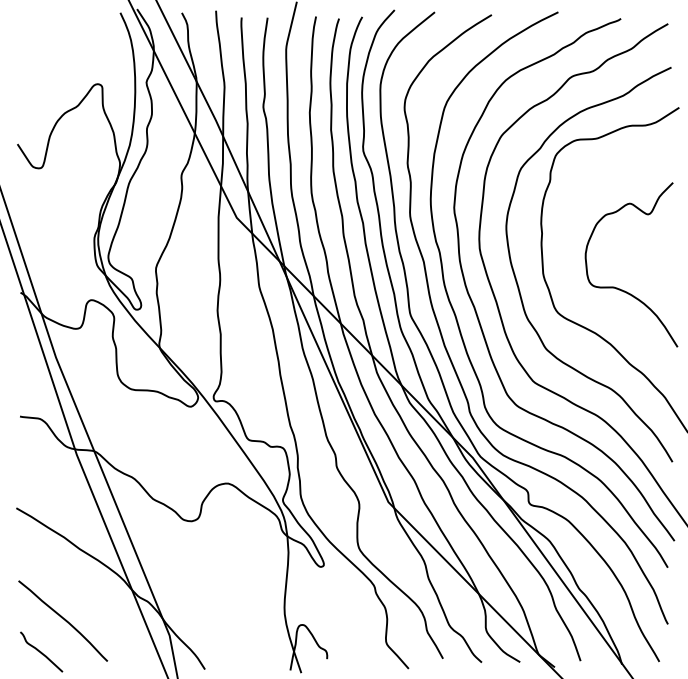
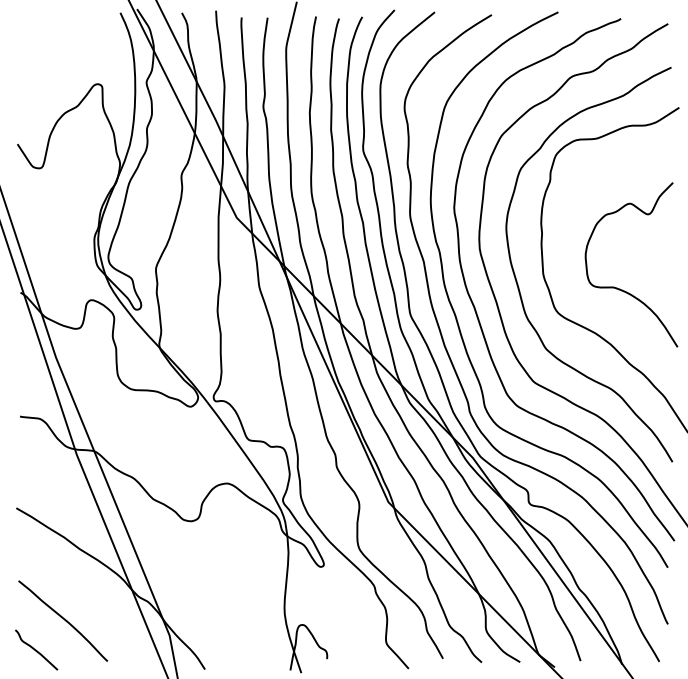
curve at (41, 651) position: (41, 651) -> (36, 649)
